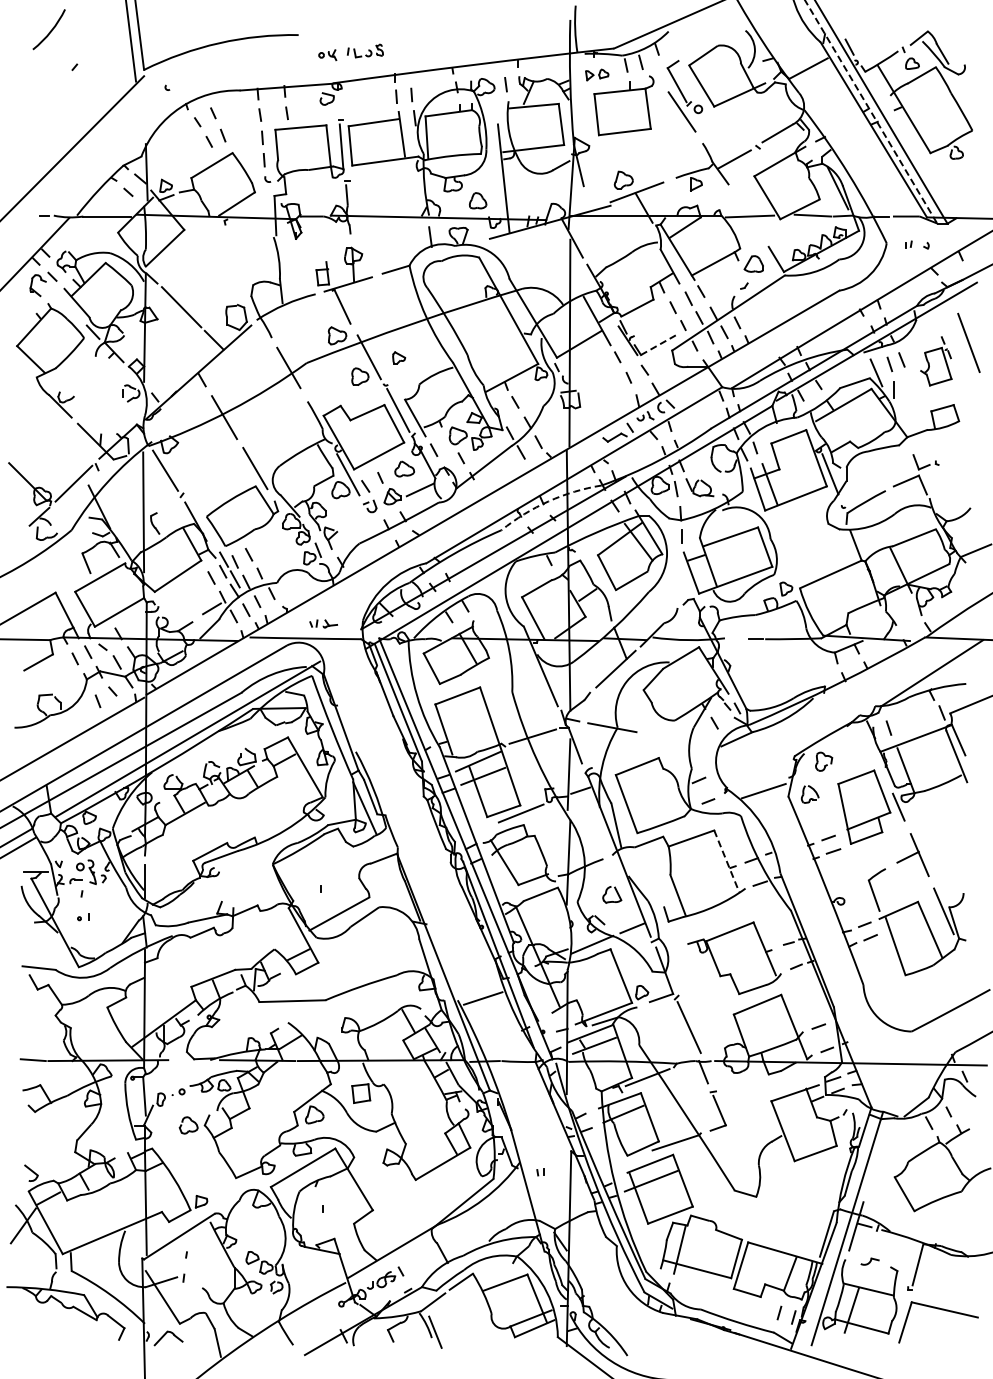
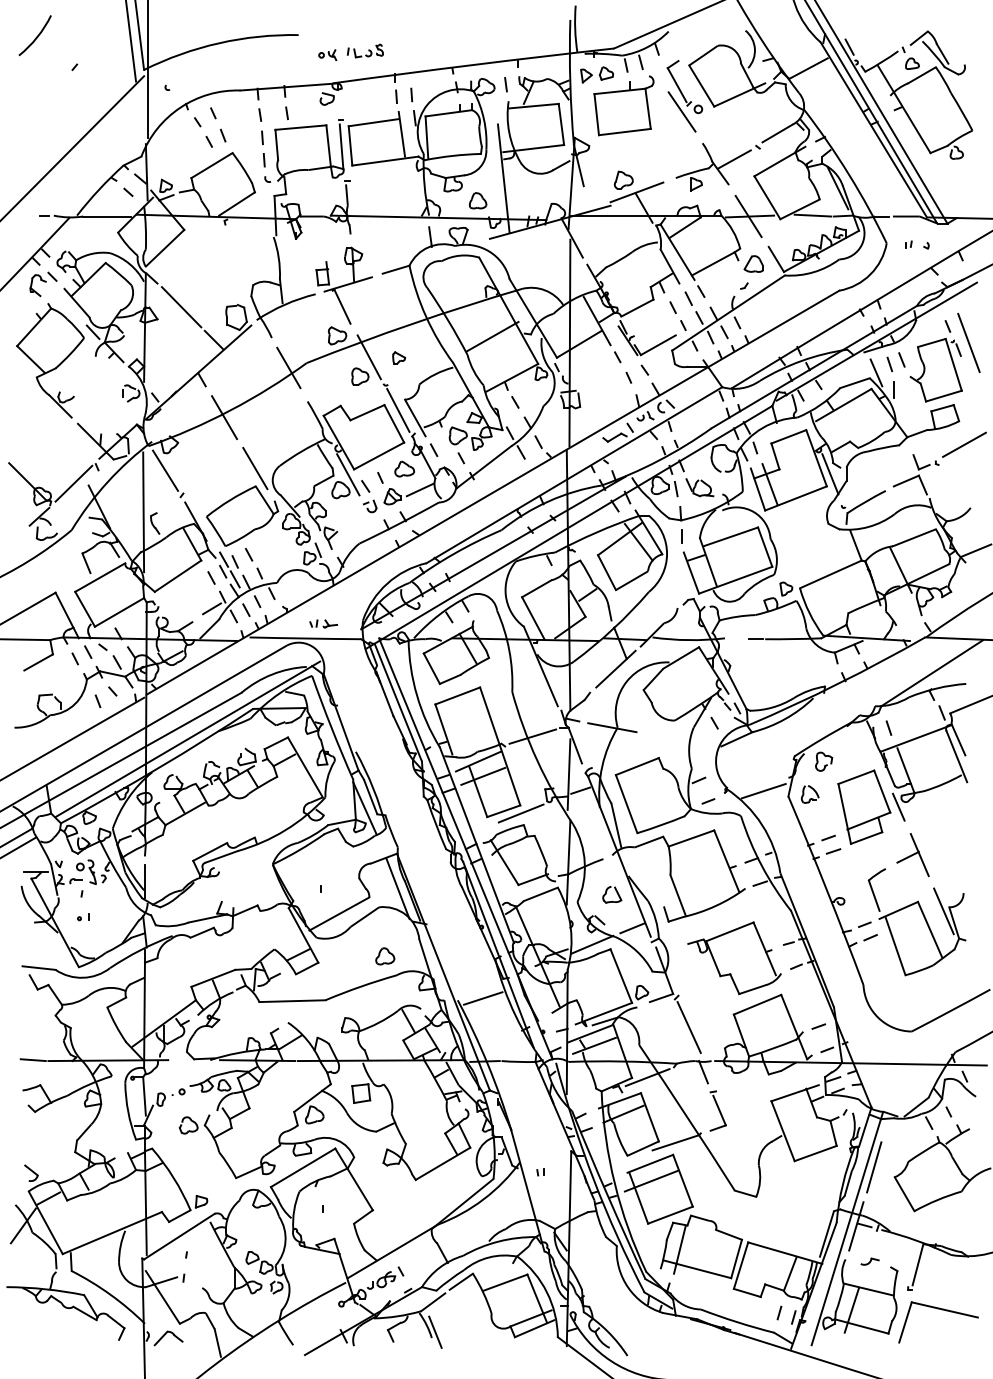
arc at (50, 30) position: (50, 30) -> (36, 36)
line at (147, 69): none -> present
part at (597, 74) size: 25x14 px -> 35x18 px
line at (871, 111): dashed -> solid
line at (748, 216): none -> present
line at (492, 336): none -> present
line at (657, 345): dashed -> solid
part at (936, 361) size: 33x51 px -> 54x83 px
line at (964, 444): none -> present
arc at (548, 501): dashed -> solid
line at (726, 861): dashed -> solid
line at (397, 888): none -> present
part at (385, 956): none -> present
line at (874, 1167): none -> present
